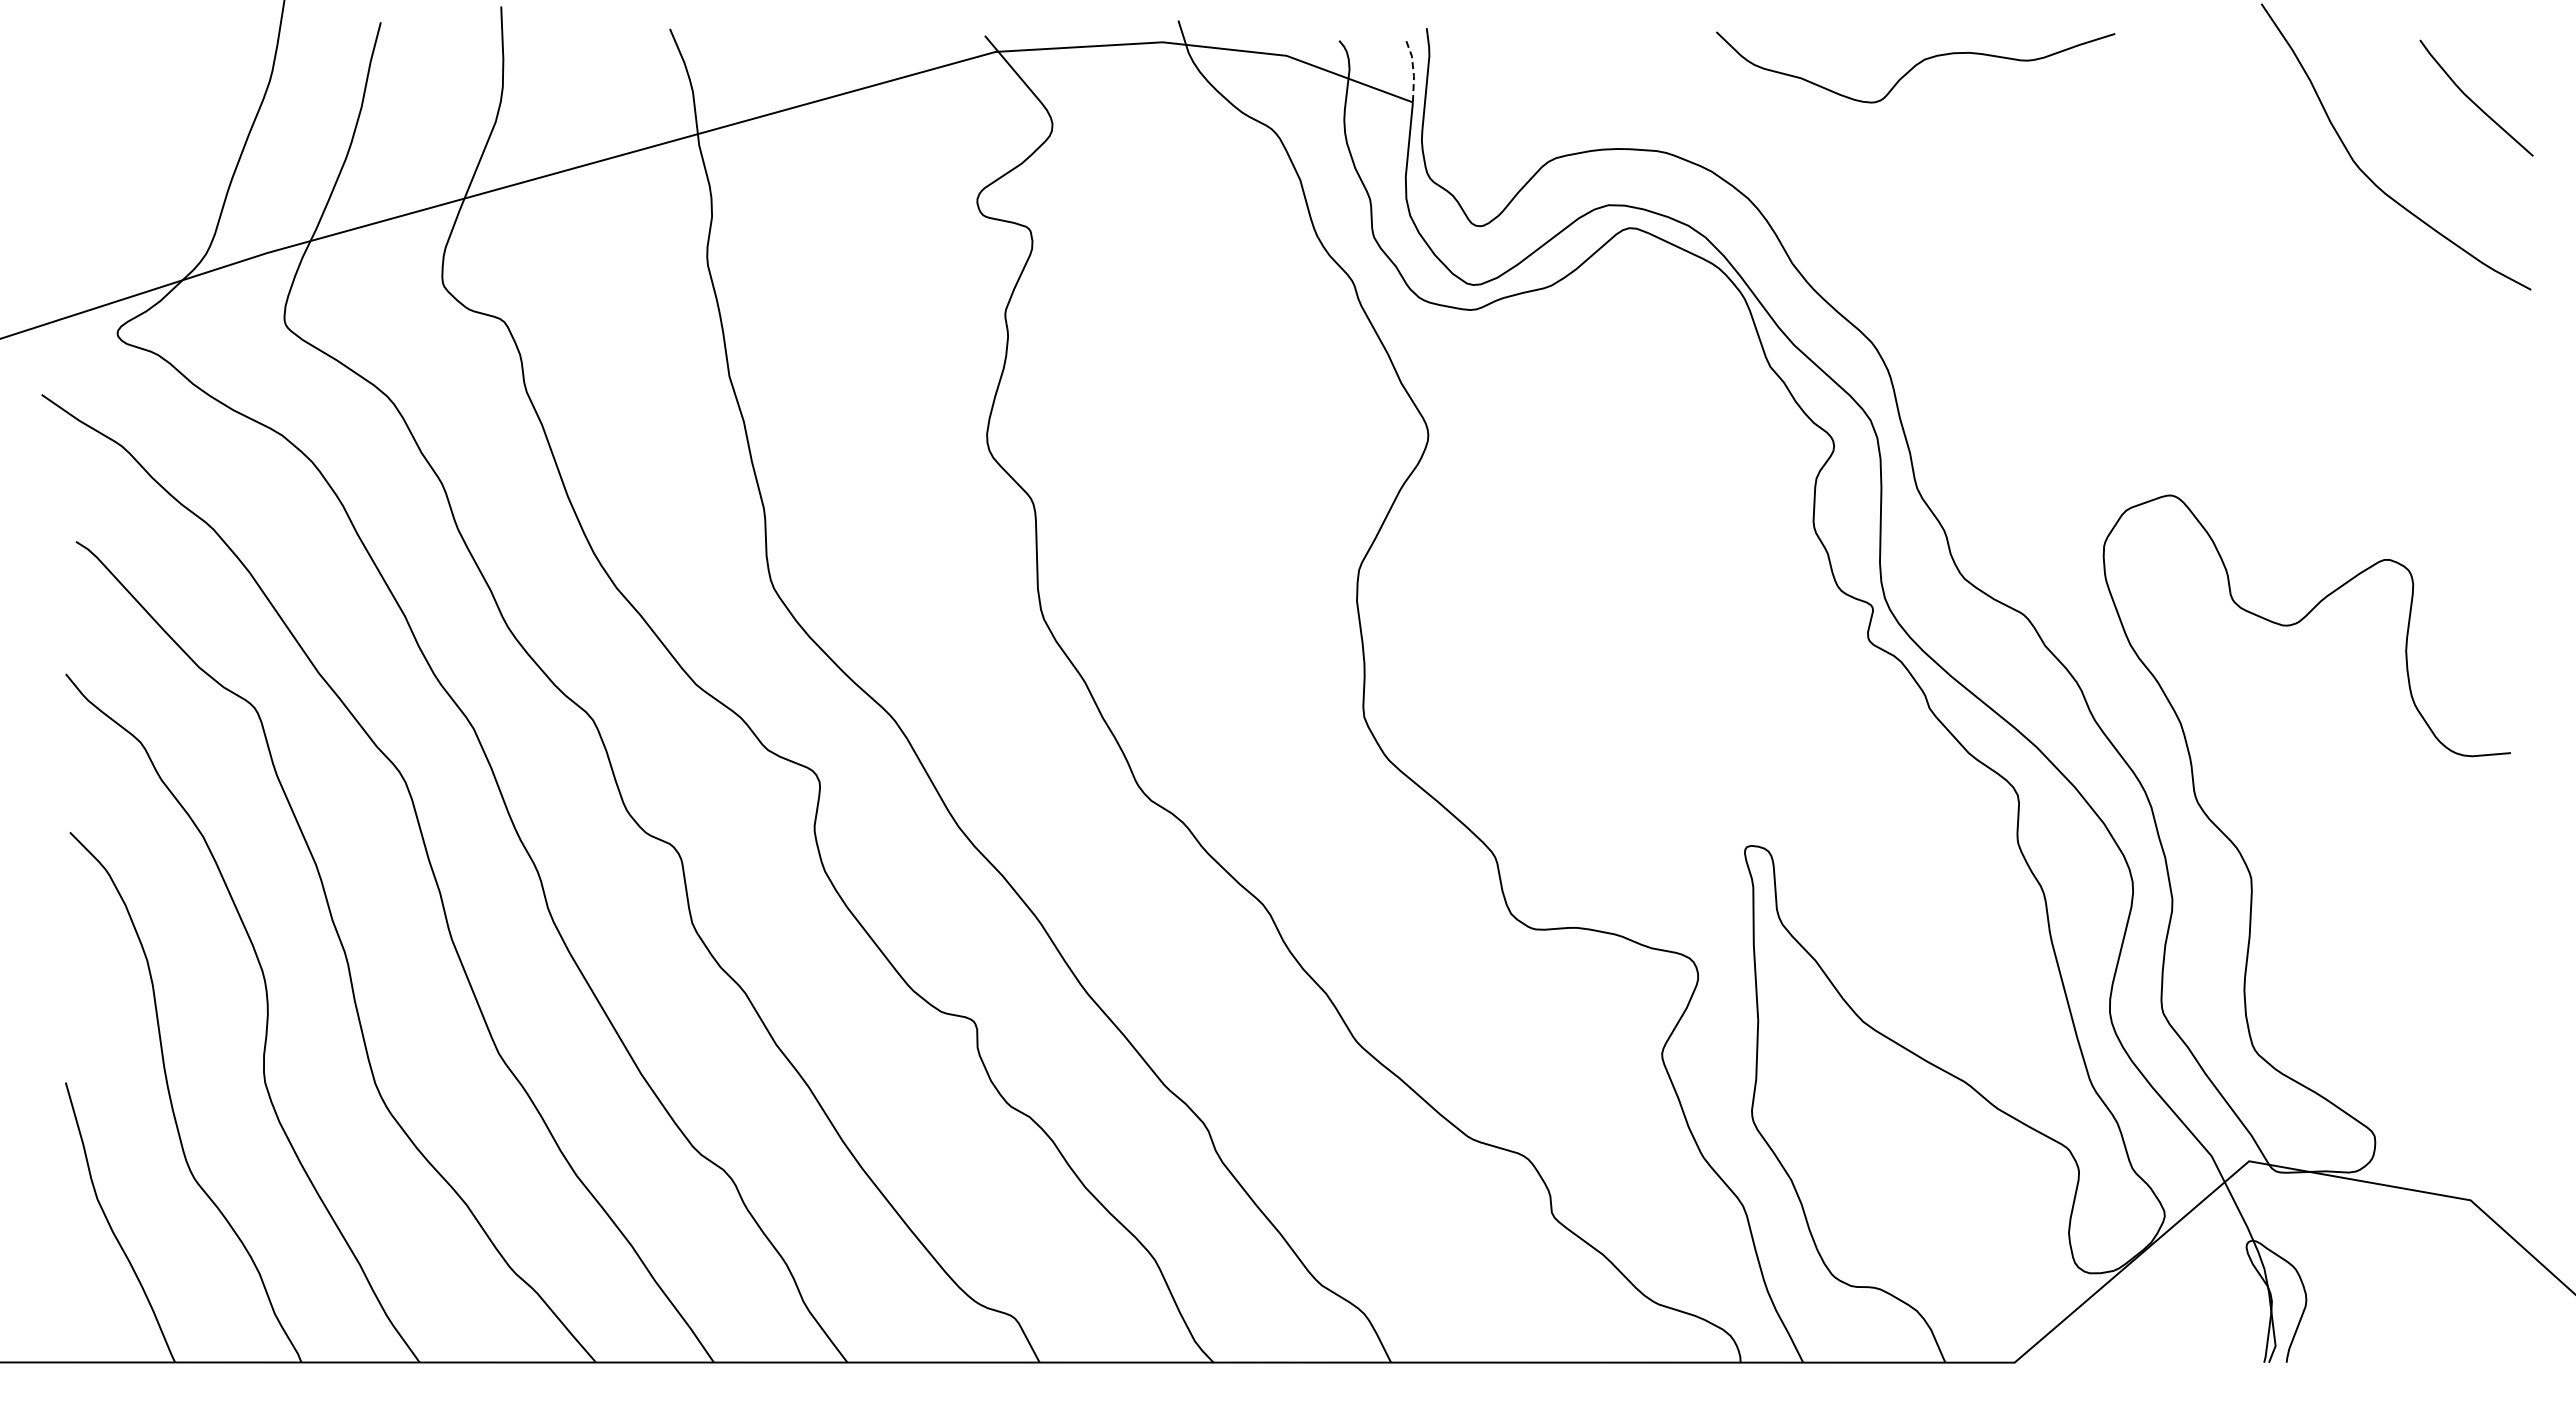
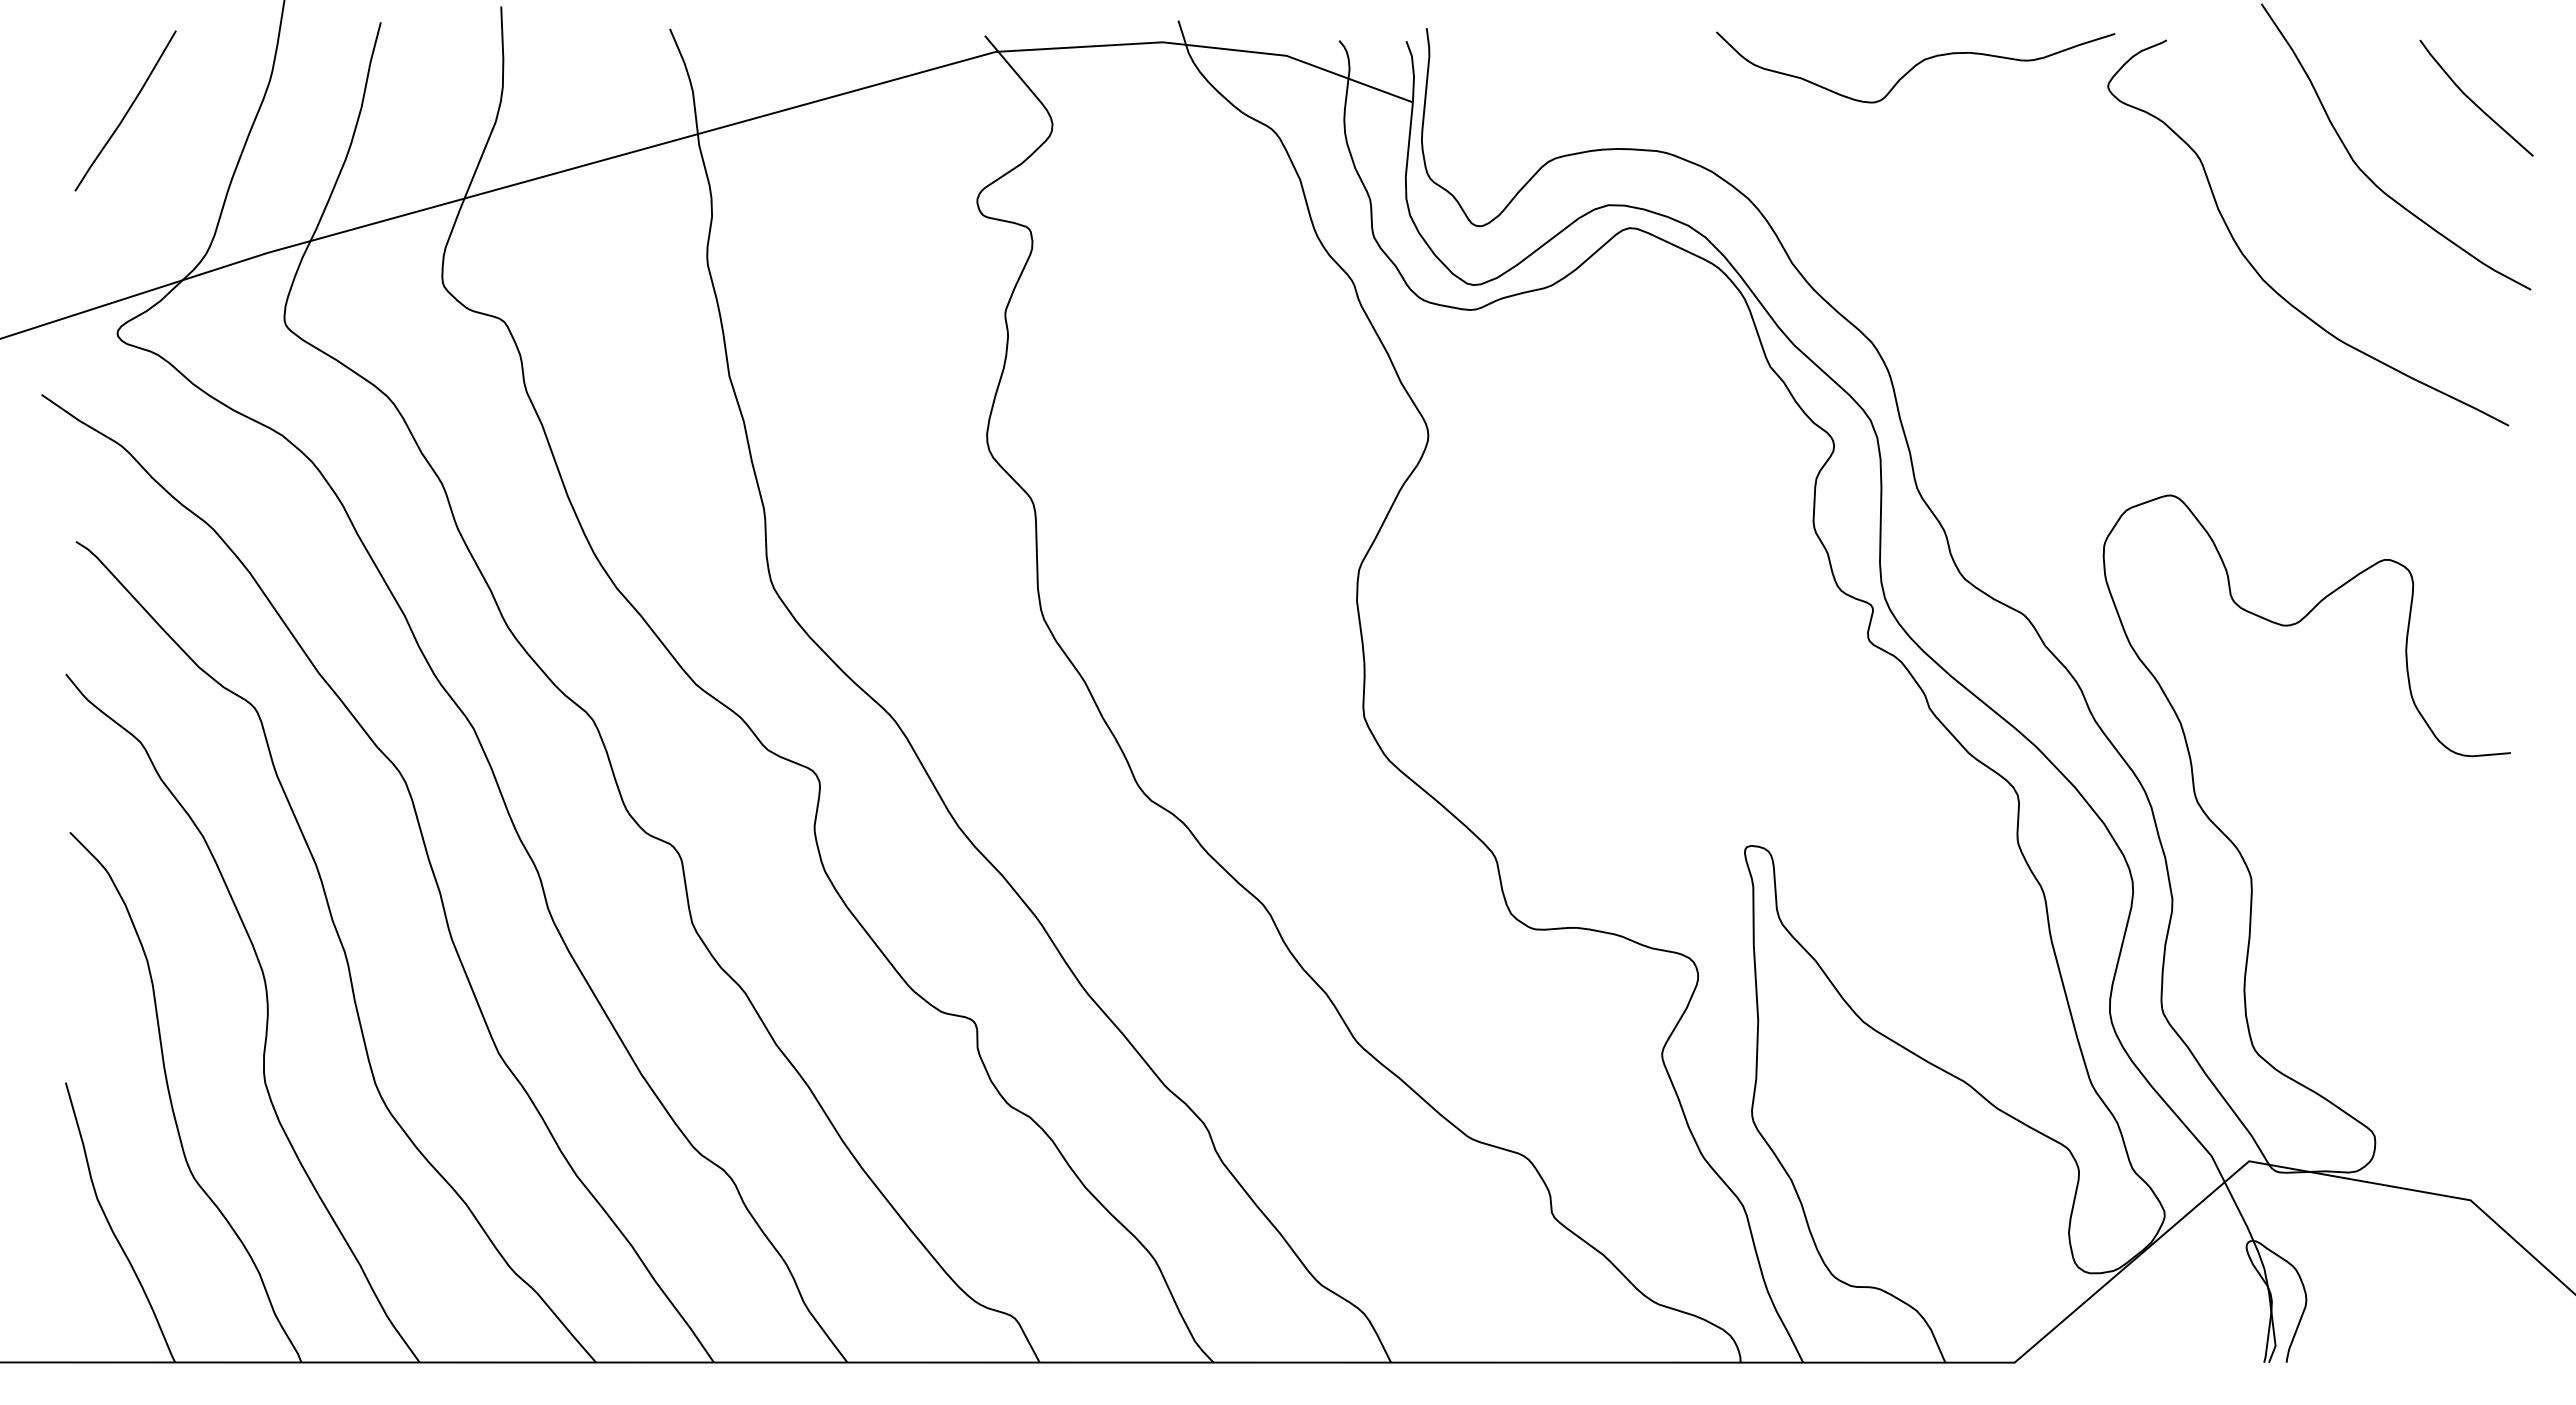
line at (1413, 71): dashed -> solid
line at (126, 111): none -> present
curve at (2256, 269): none -> present
